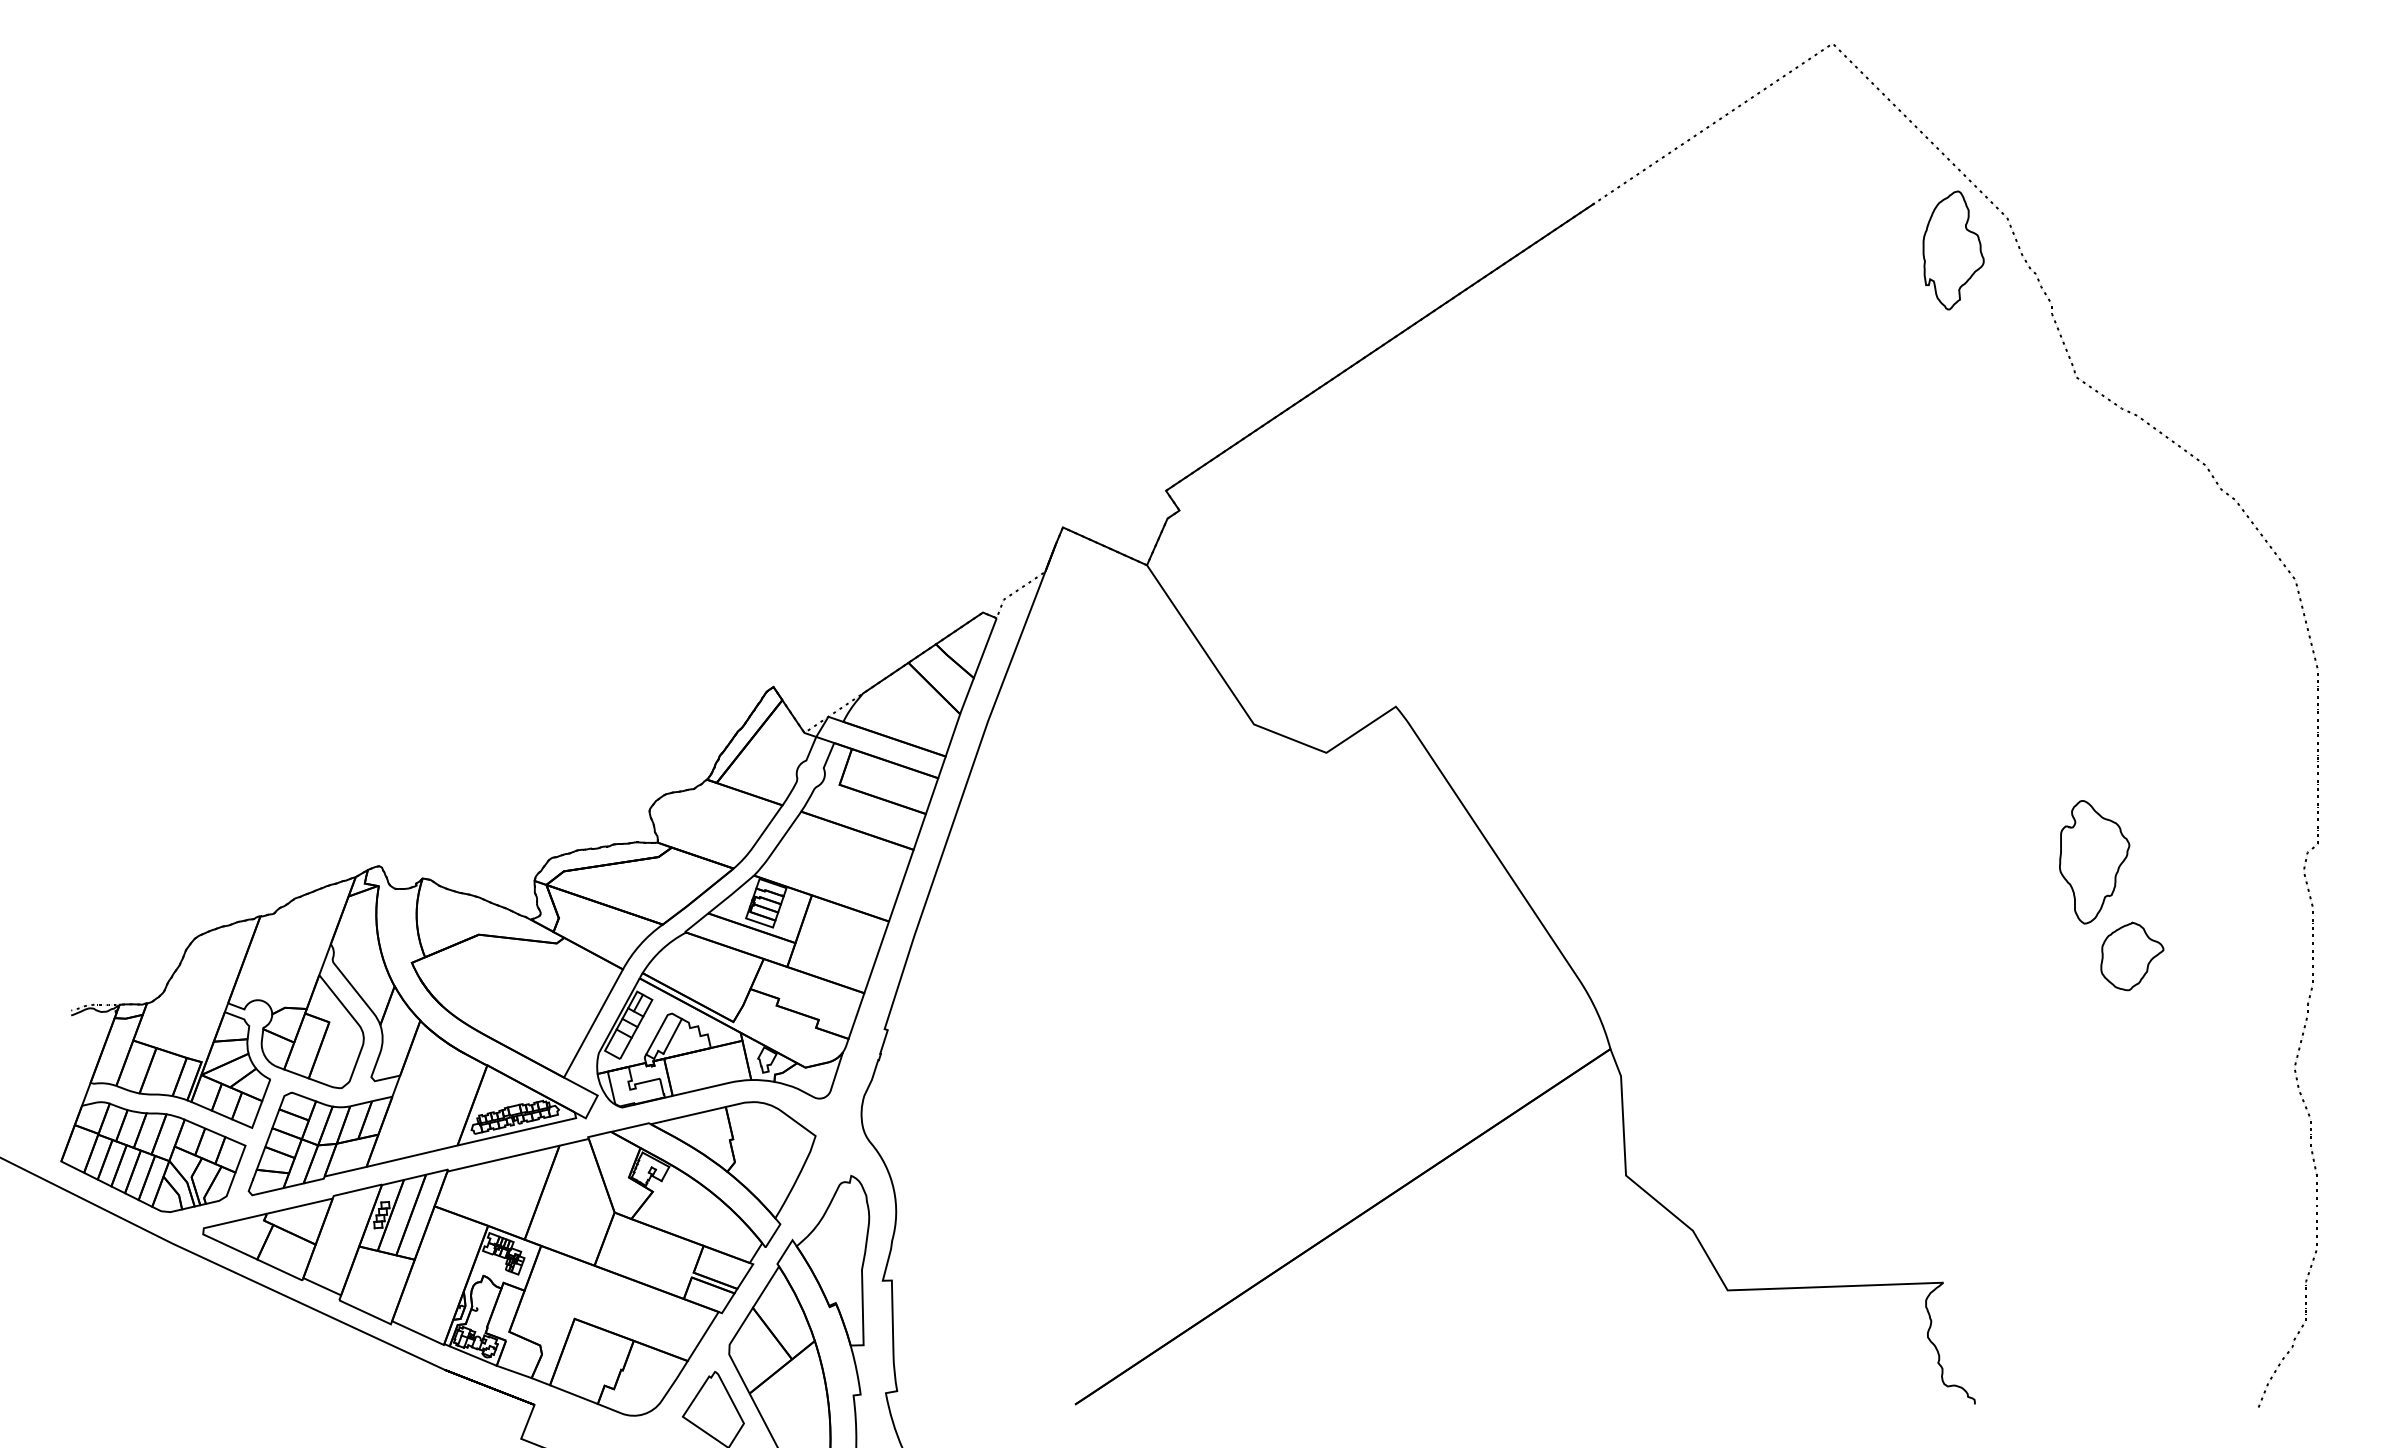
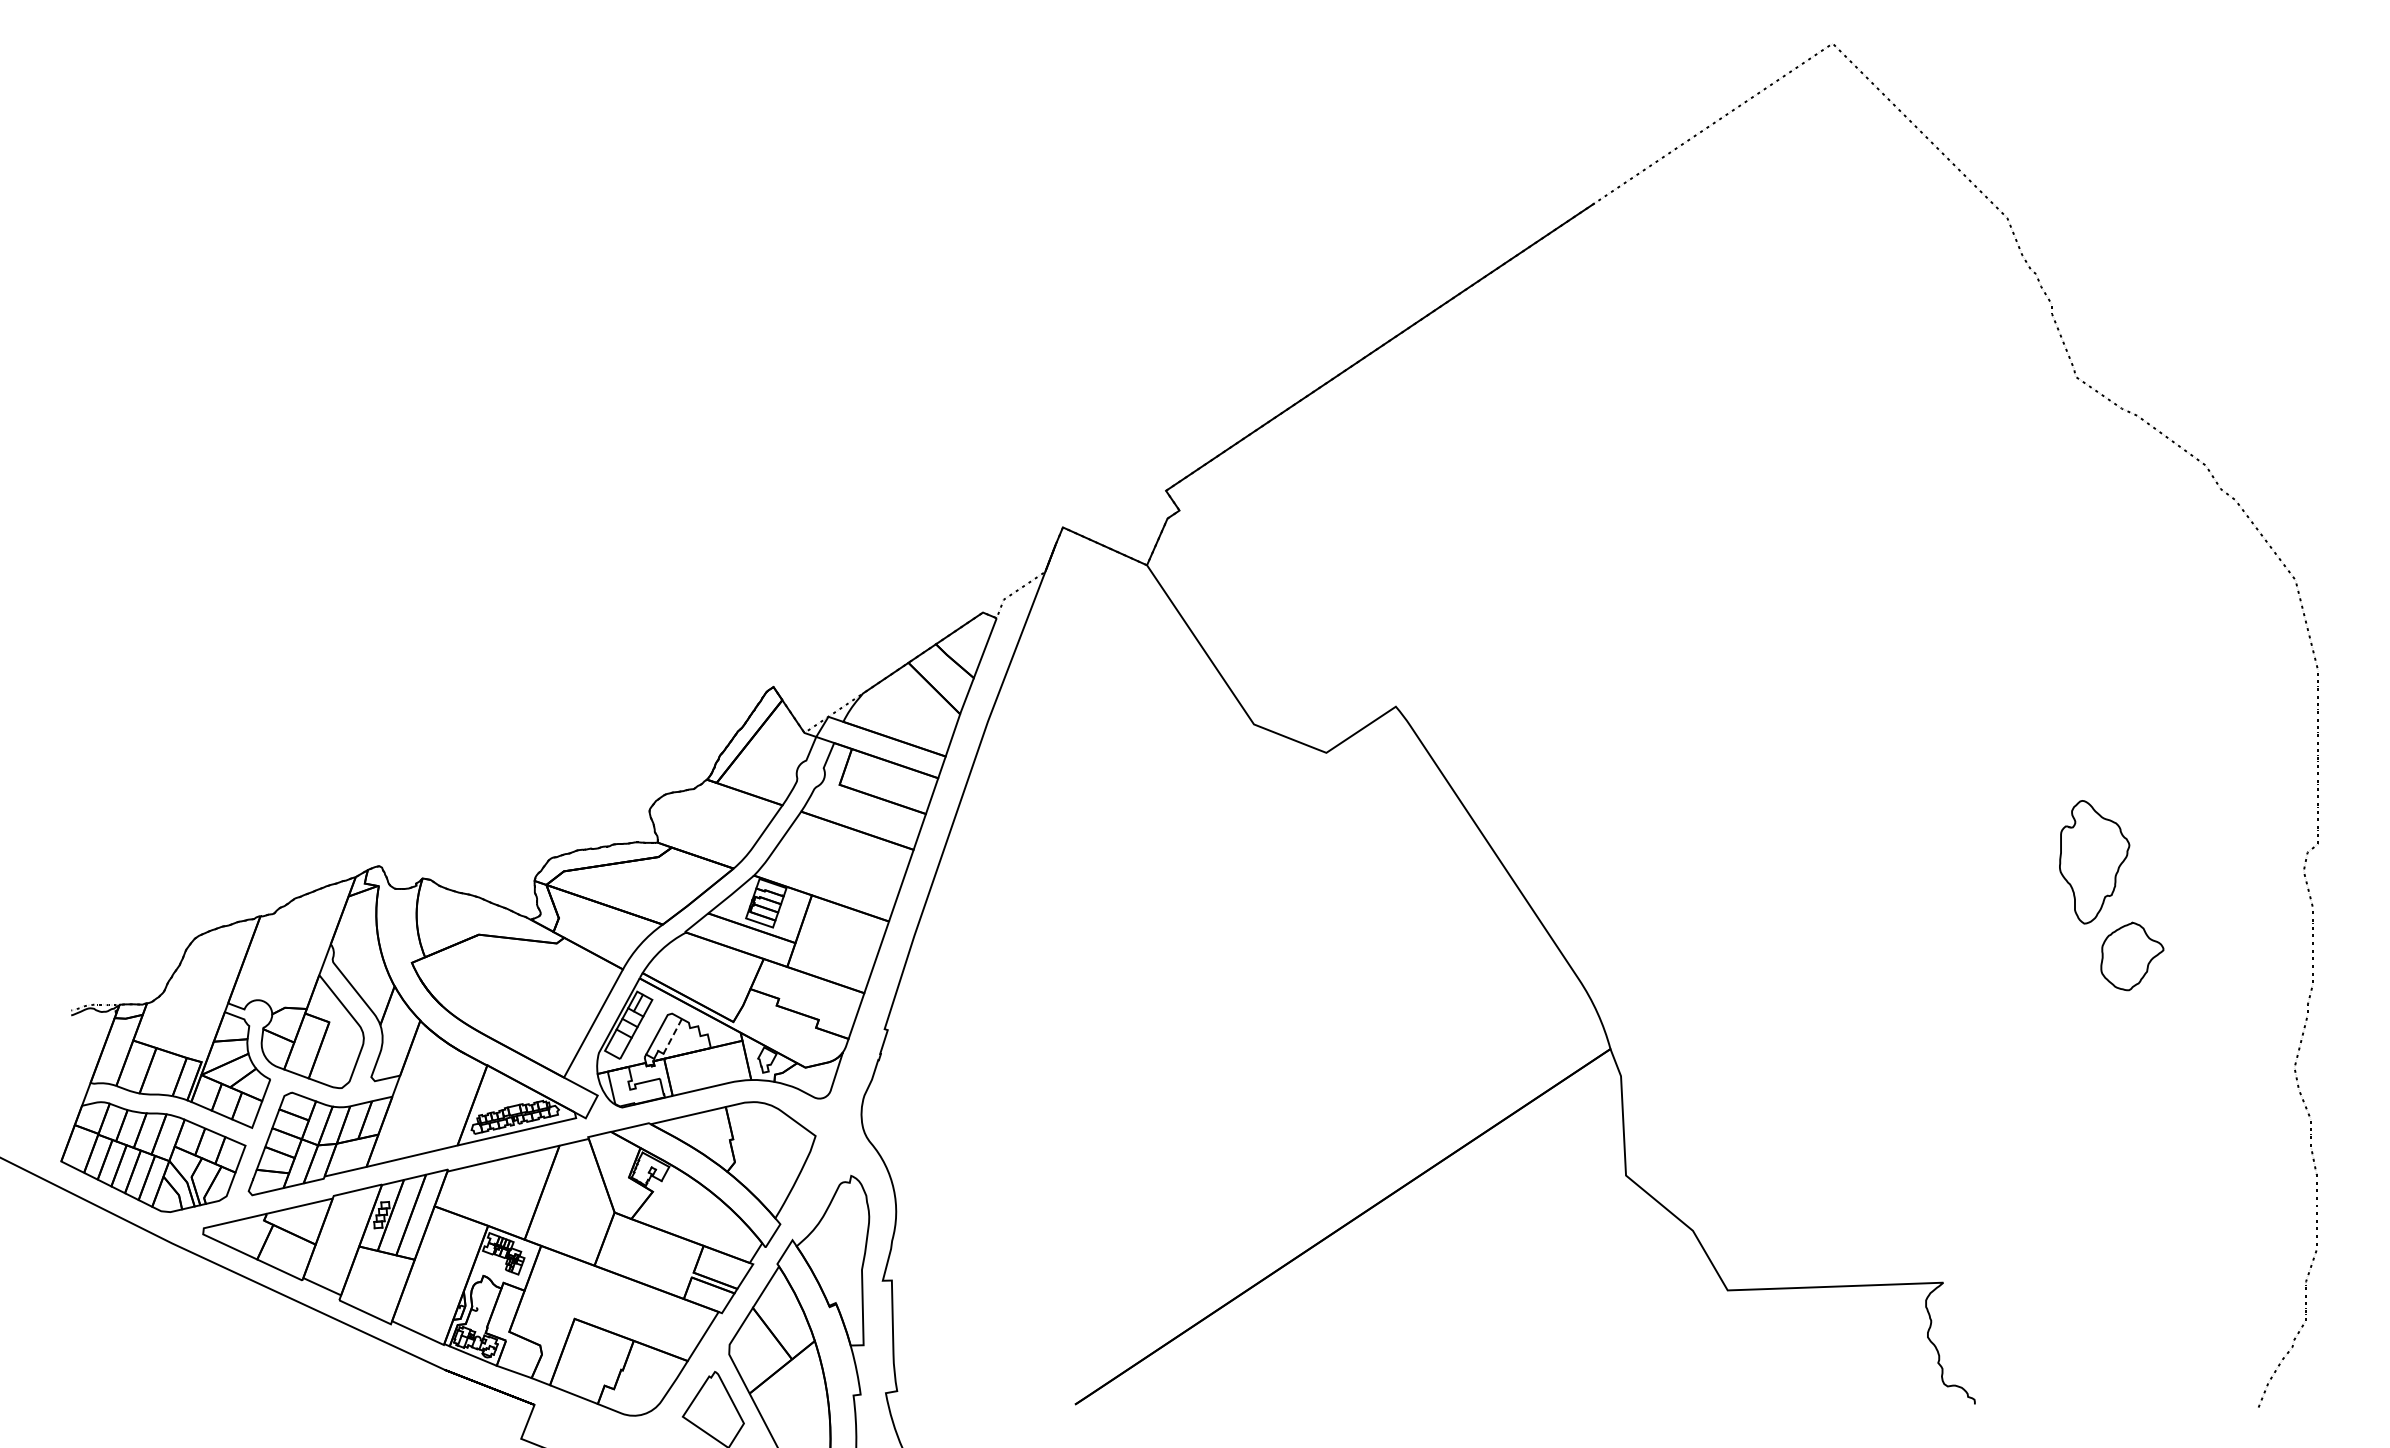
part at (1953, 250): present -> none
line at (672, 1036): solid -> dashed
